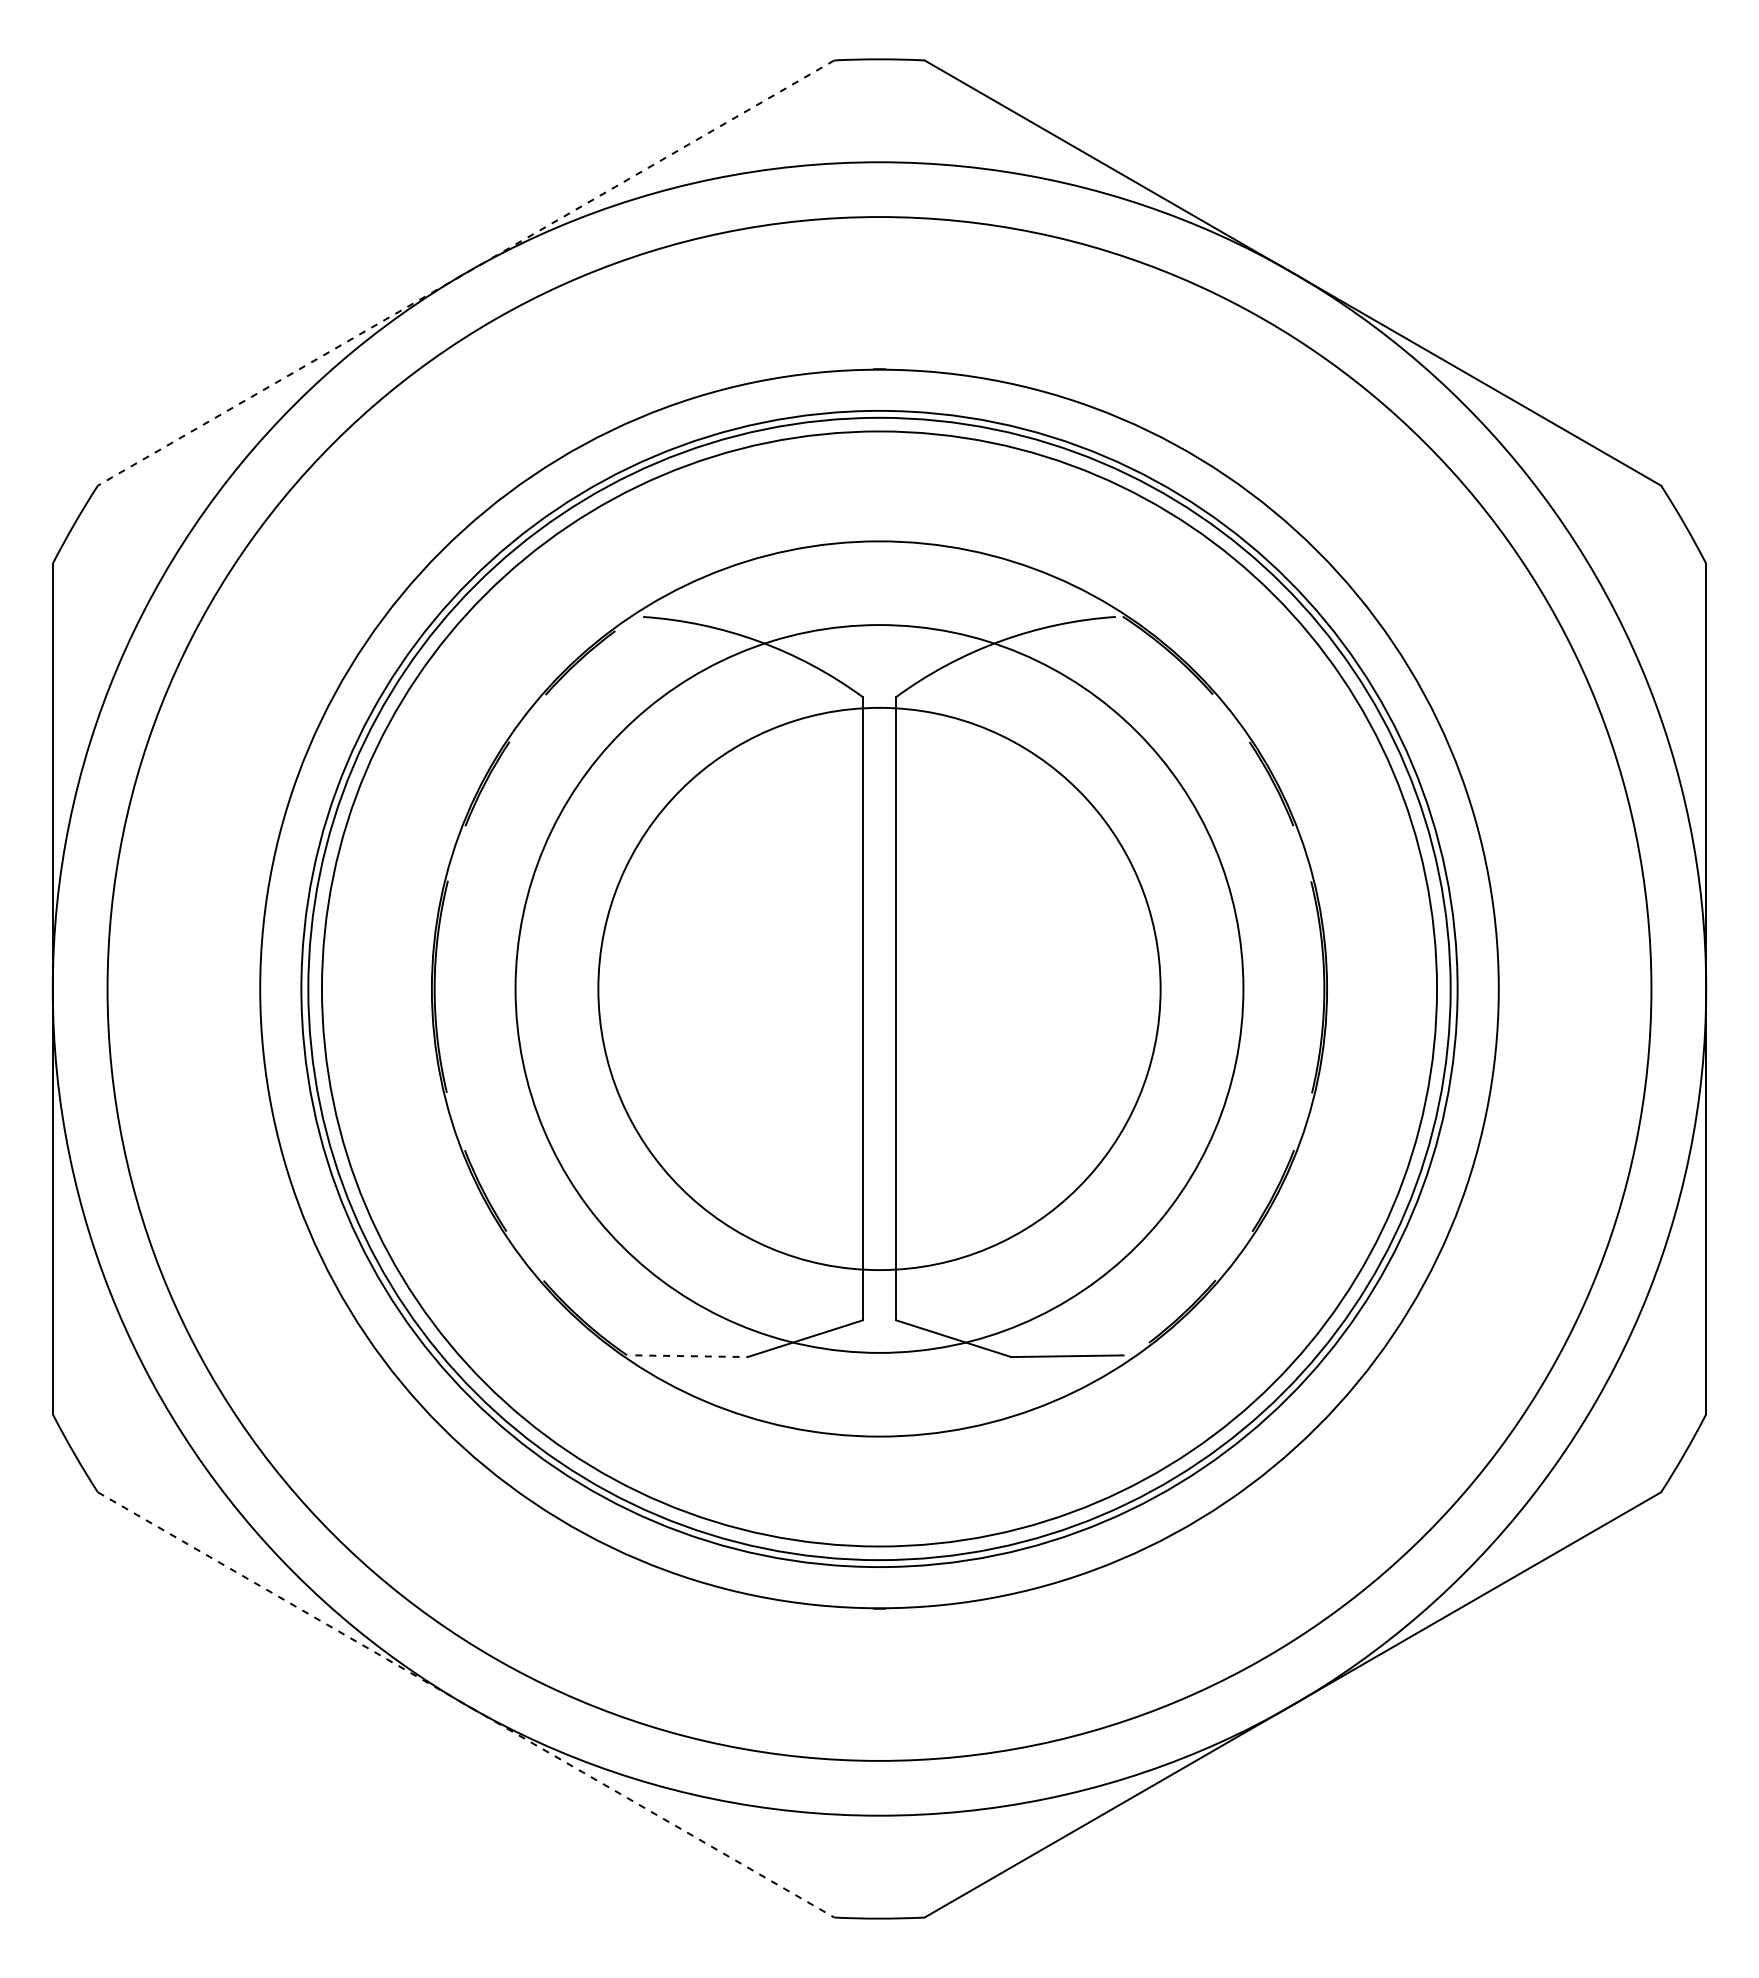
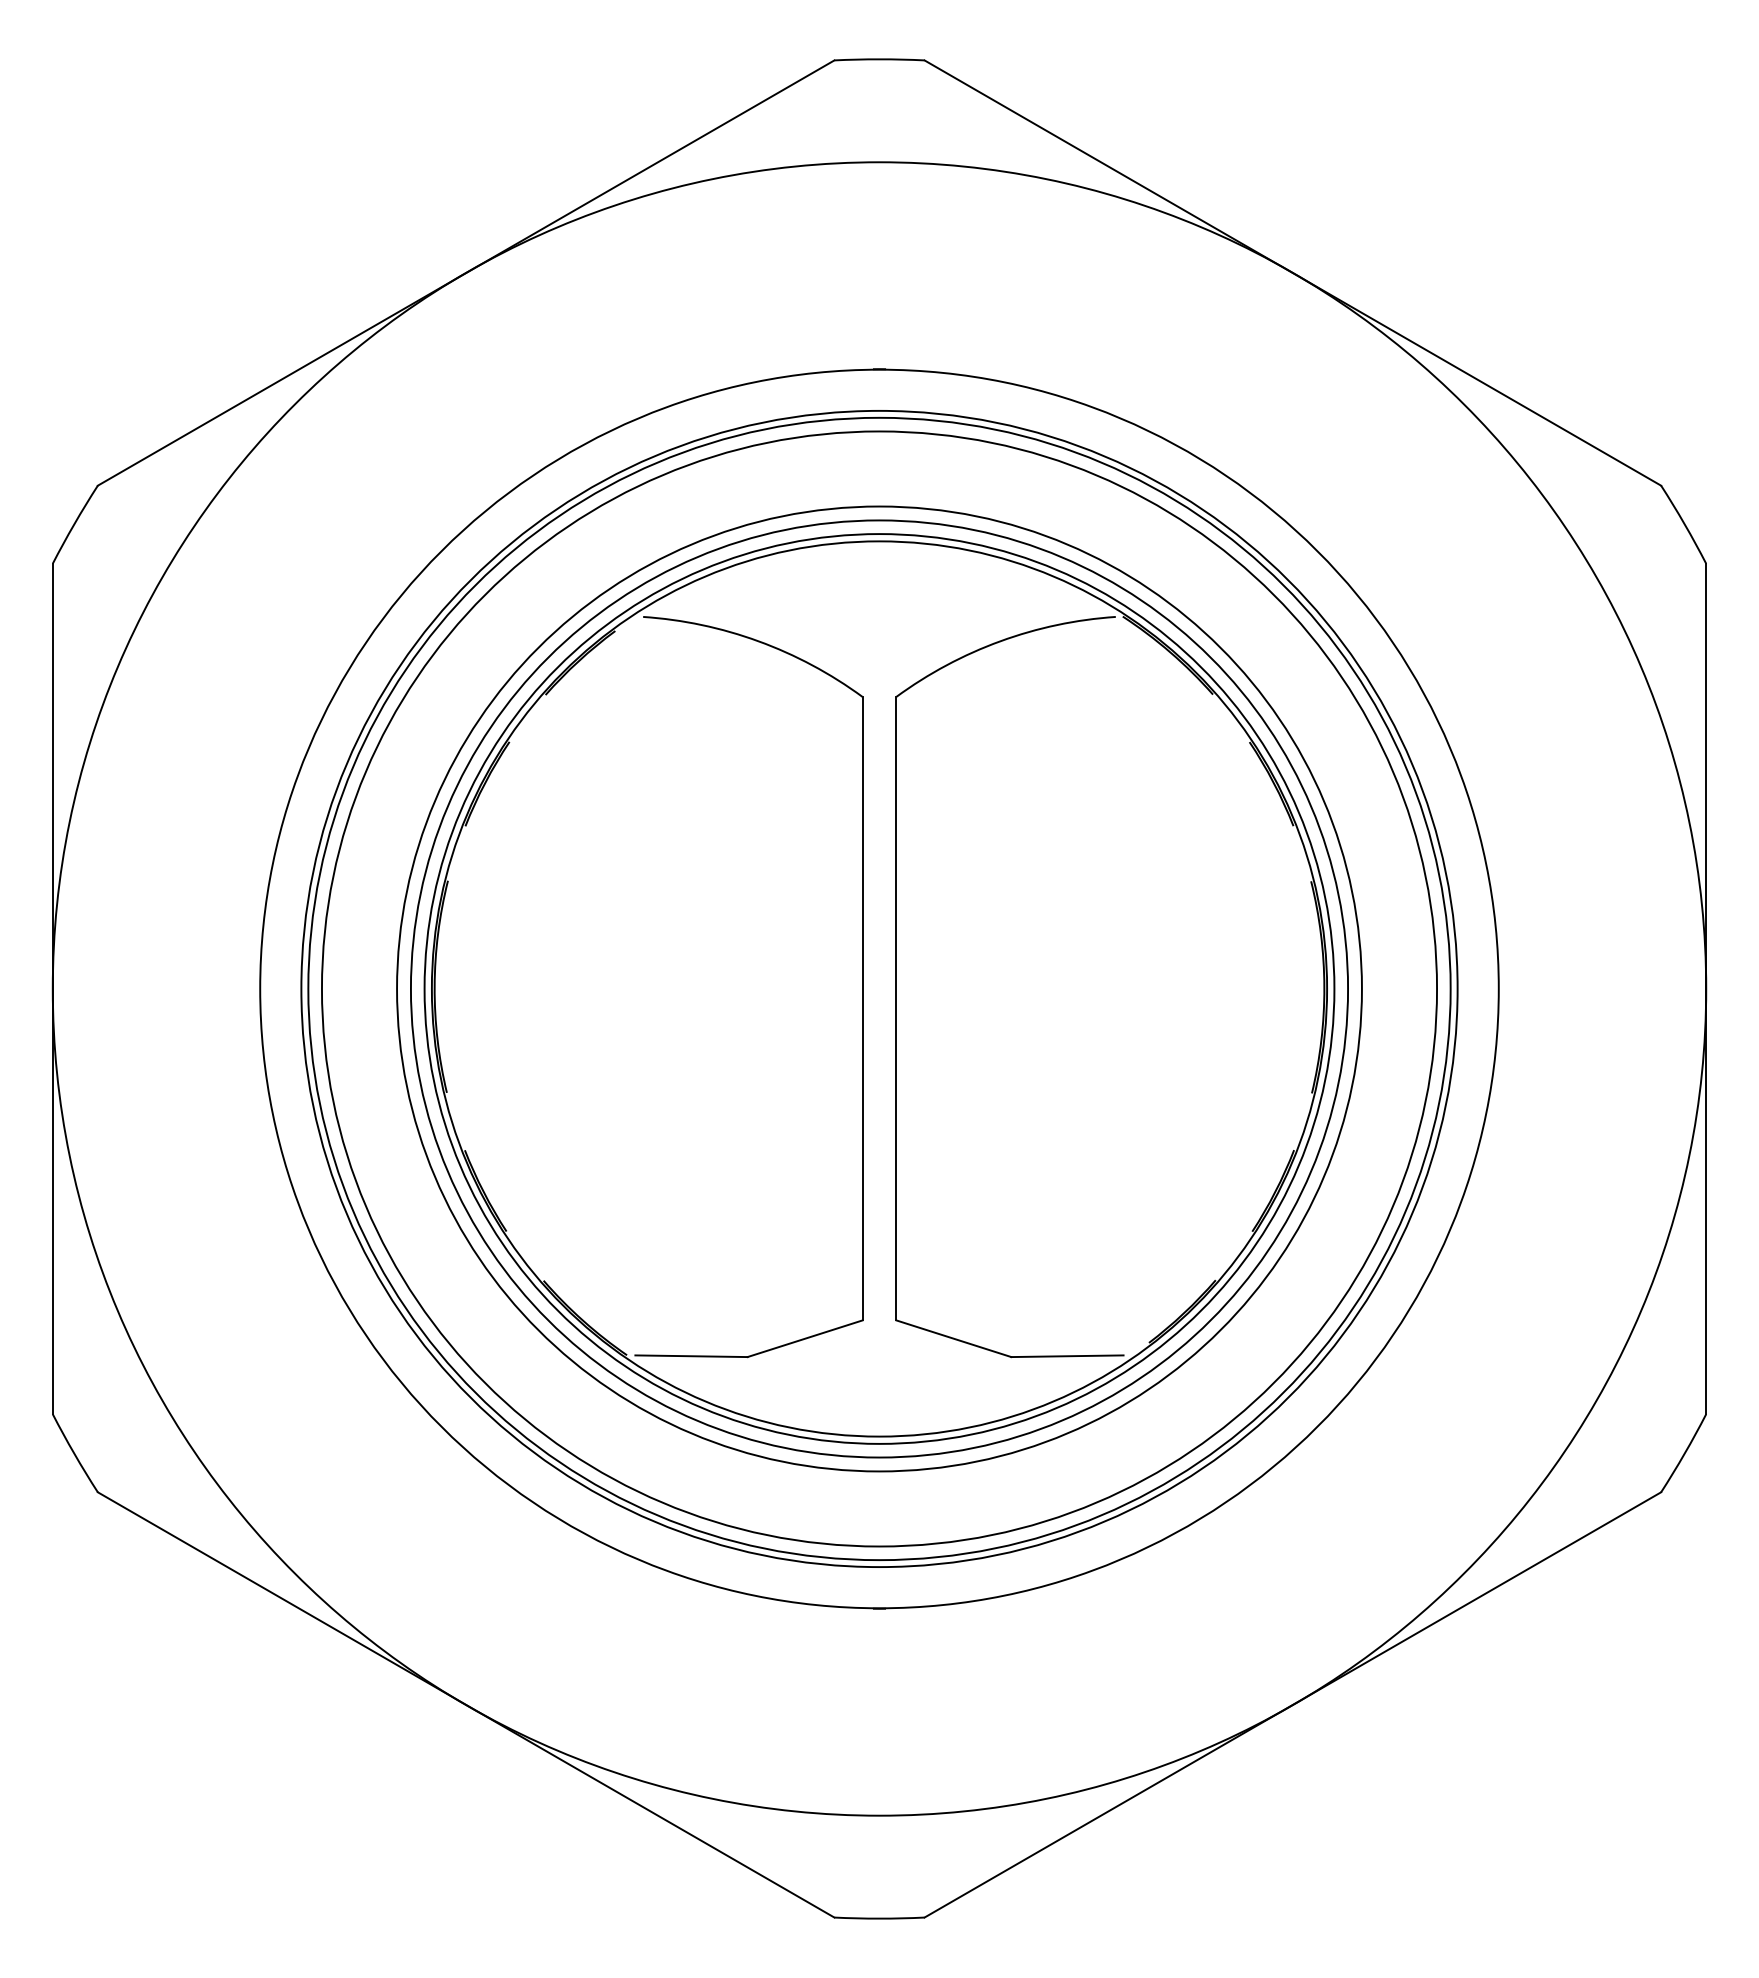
line at (465, 273): dashed -> solid
circle at (879, 988) diameter: 1544 px -> 965 px
circle at (879, 988) diameter: 562 px -> 937 px
circle at (879, 988) diameter: 728 px -> 910 px
line at (692, 1356): dashed -> solid
line at (466, 1705): dashed -> solid
